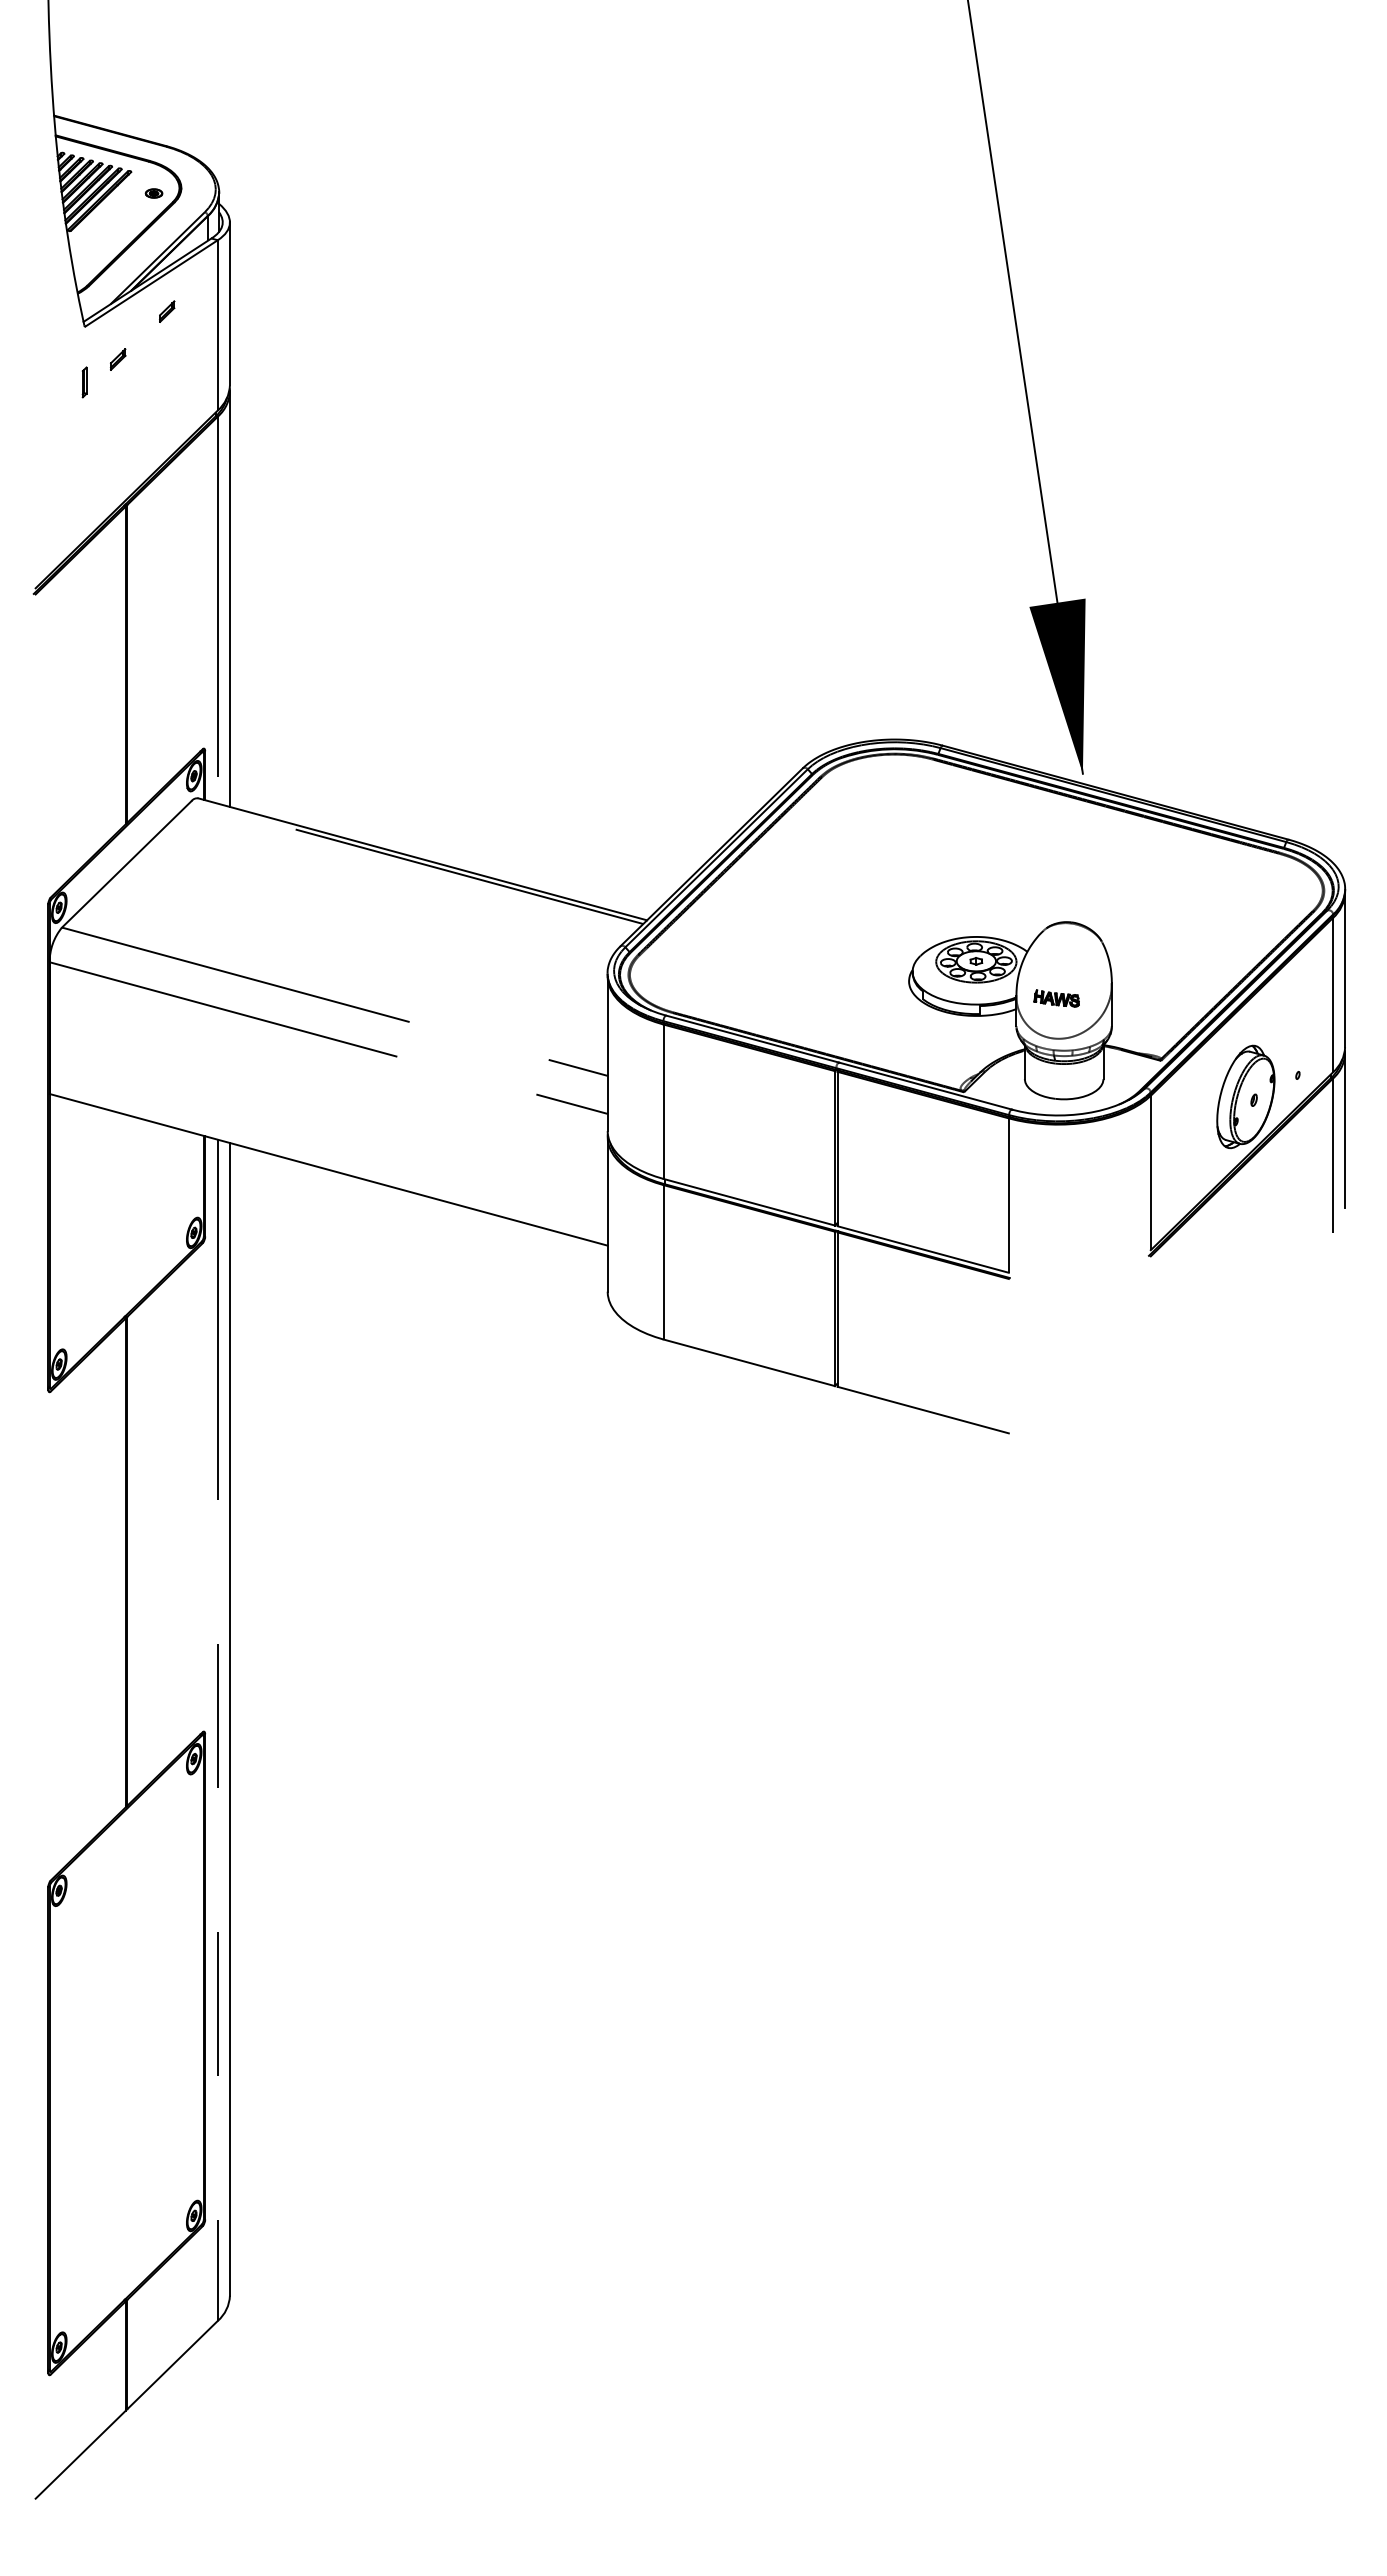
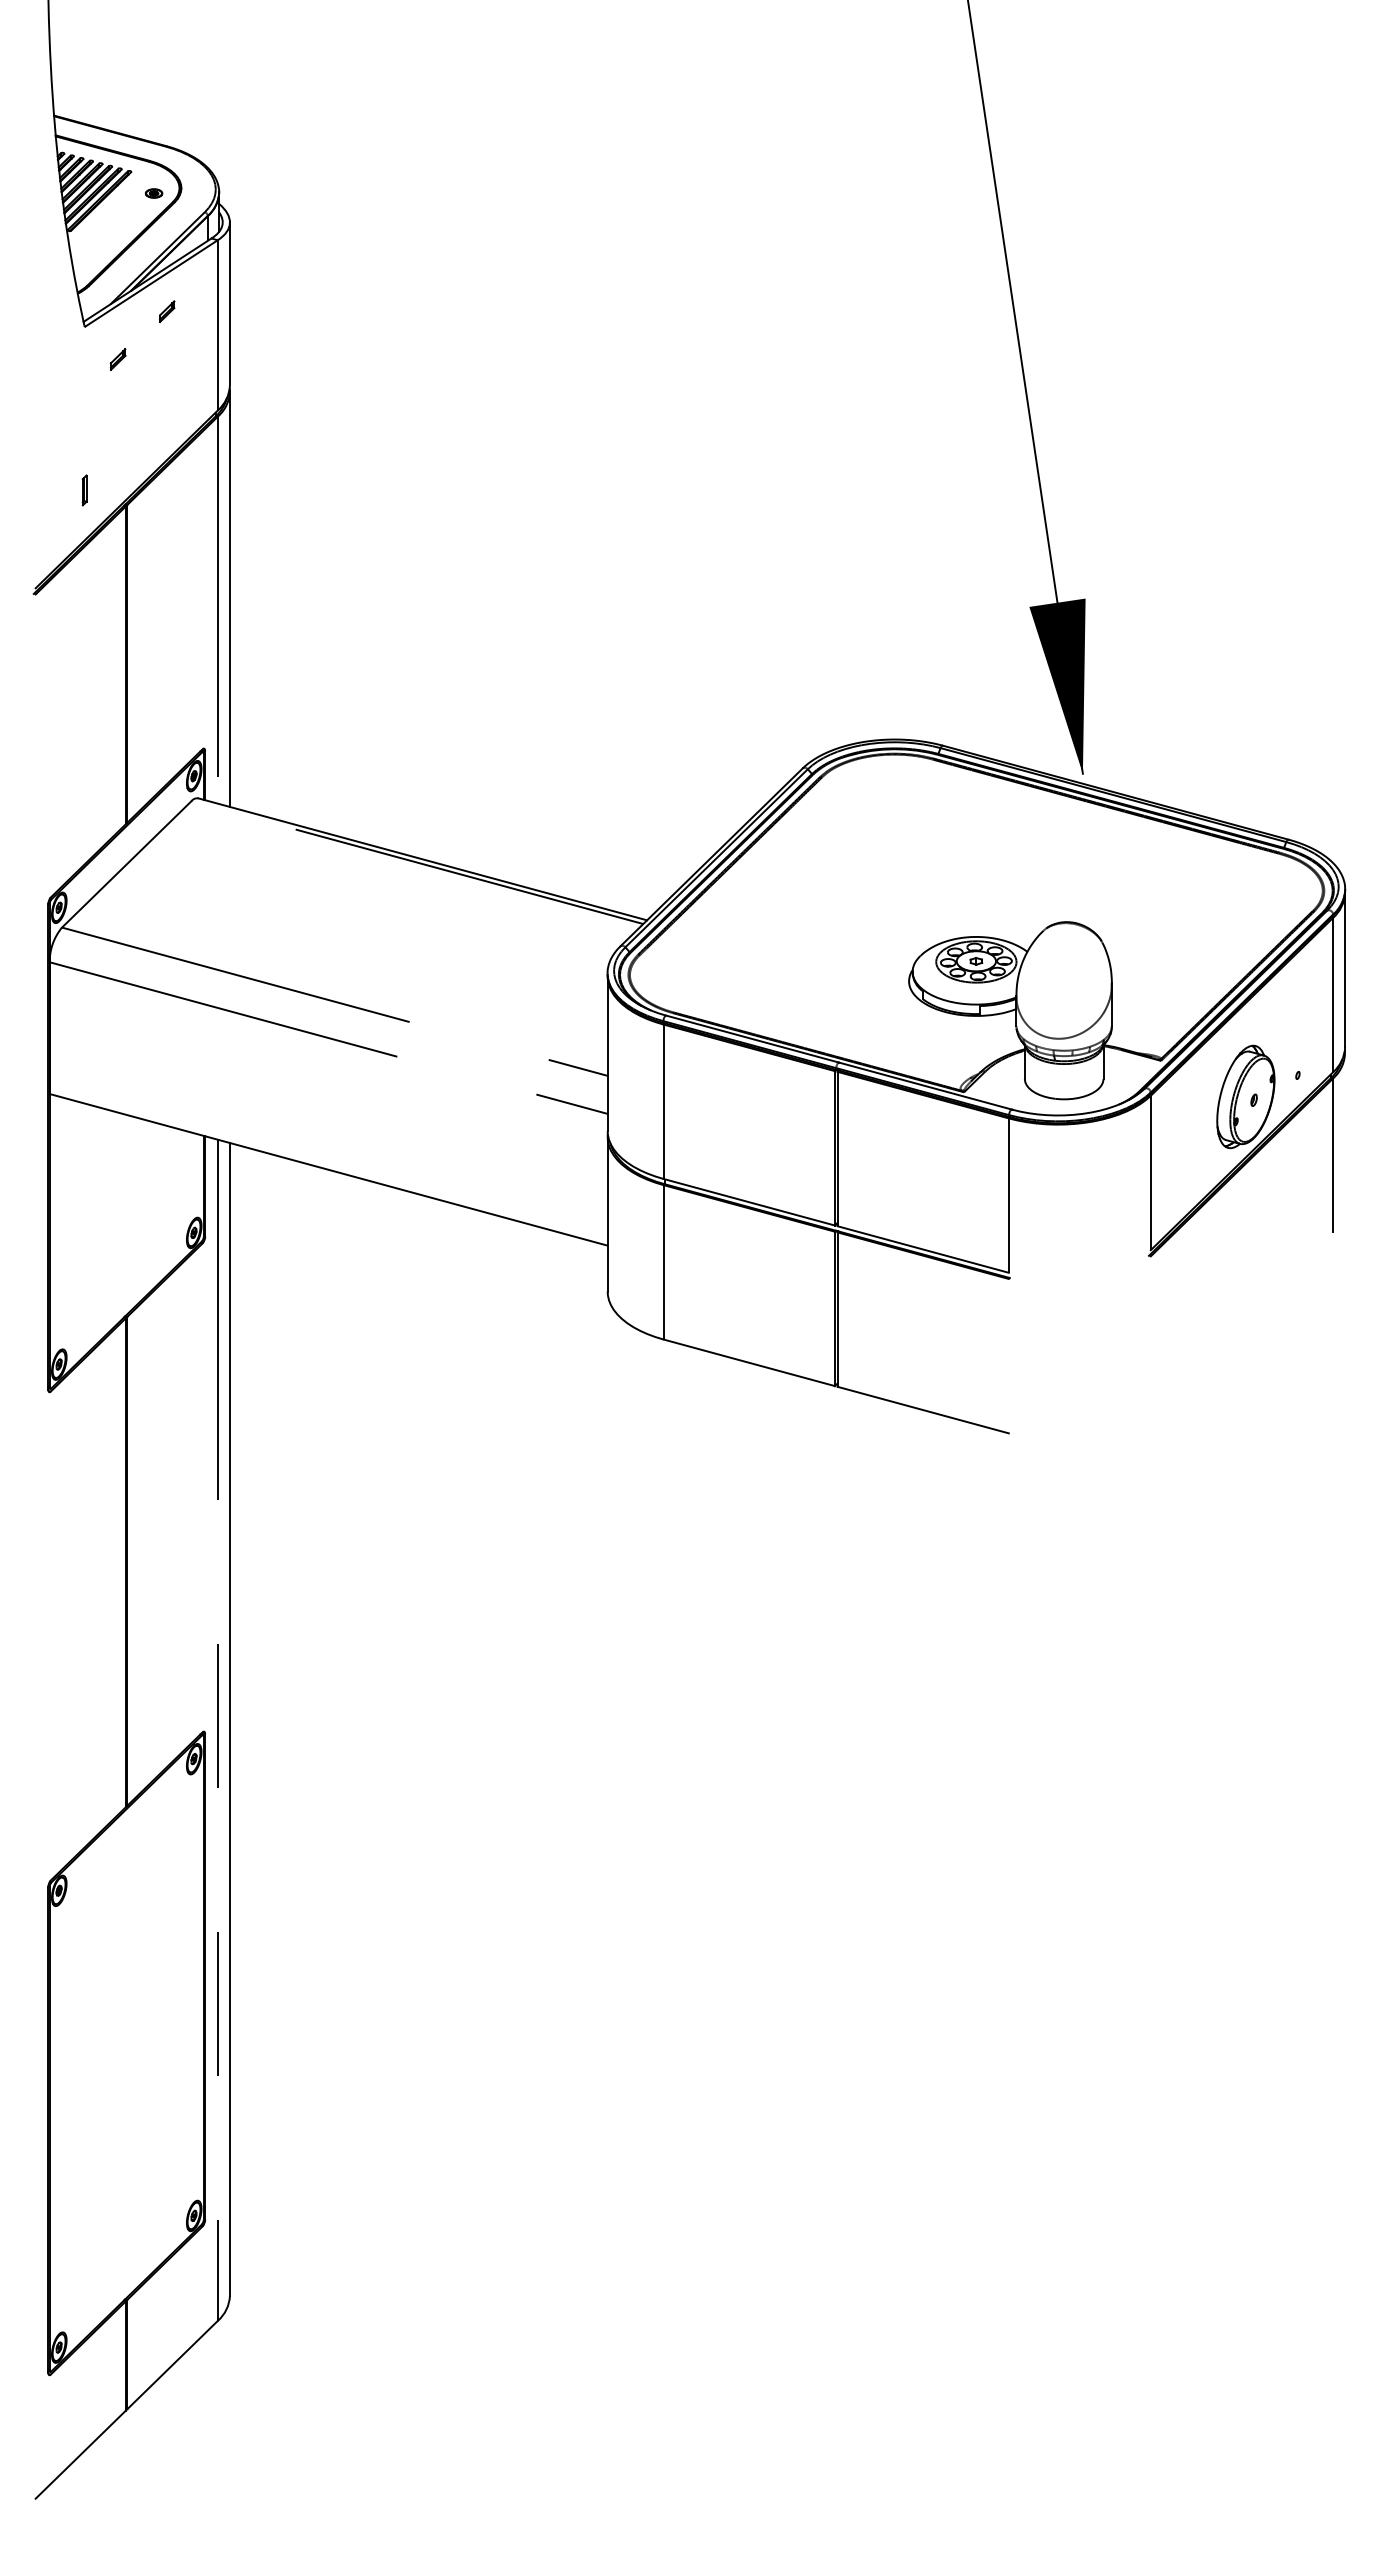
part at (84, 382) position: (84, 382) -> (84, 490)
part at (1056, 998): present -> none
line at (1345, 1130): present -> none
